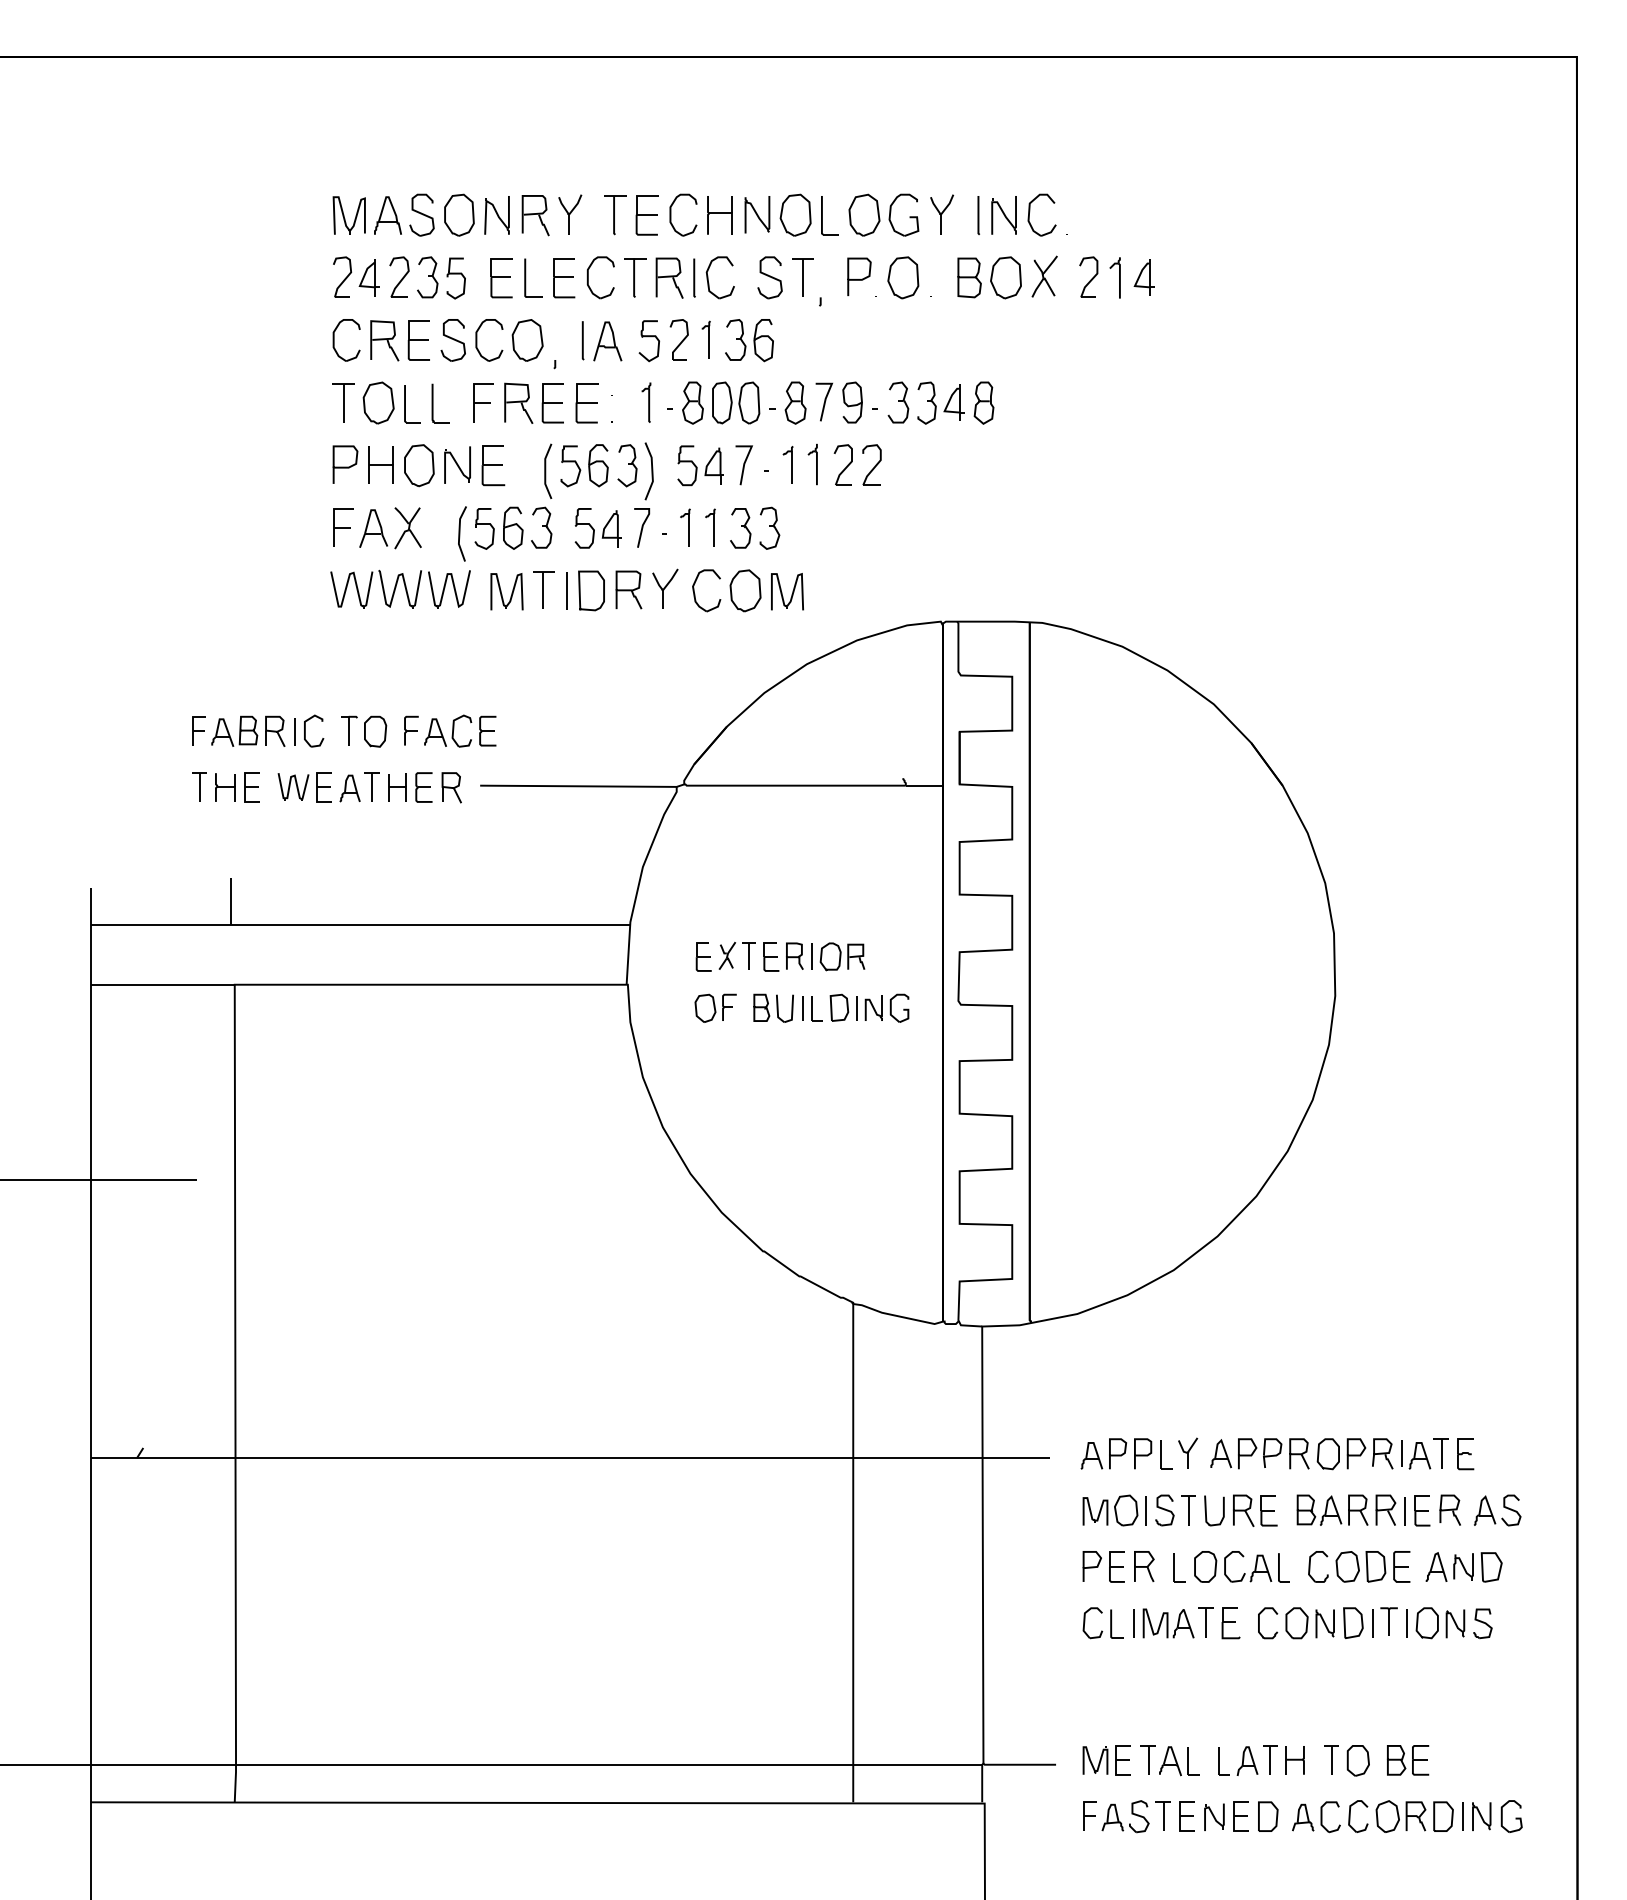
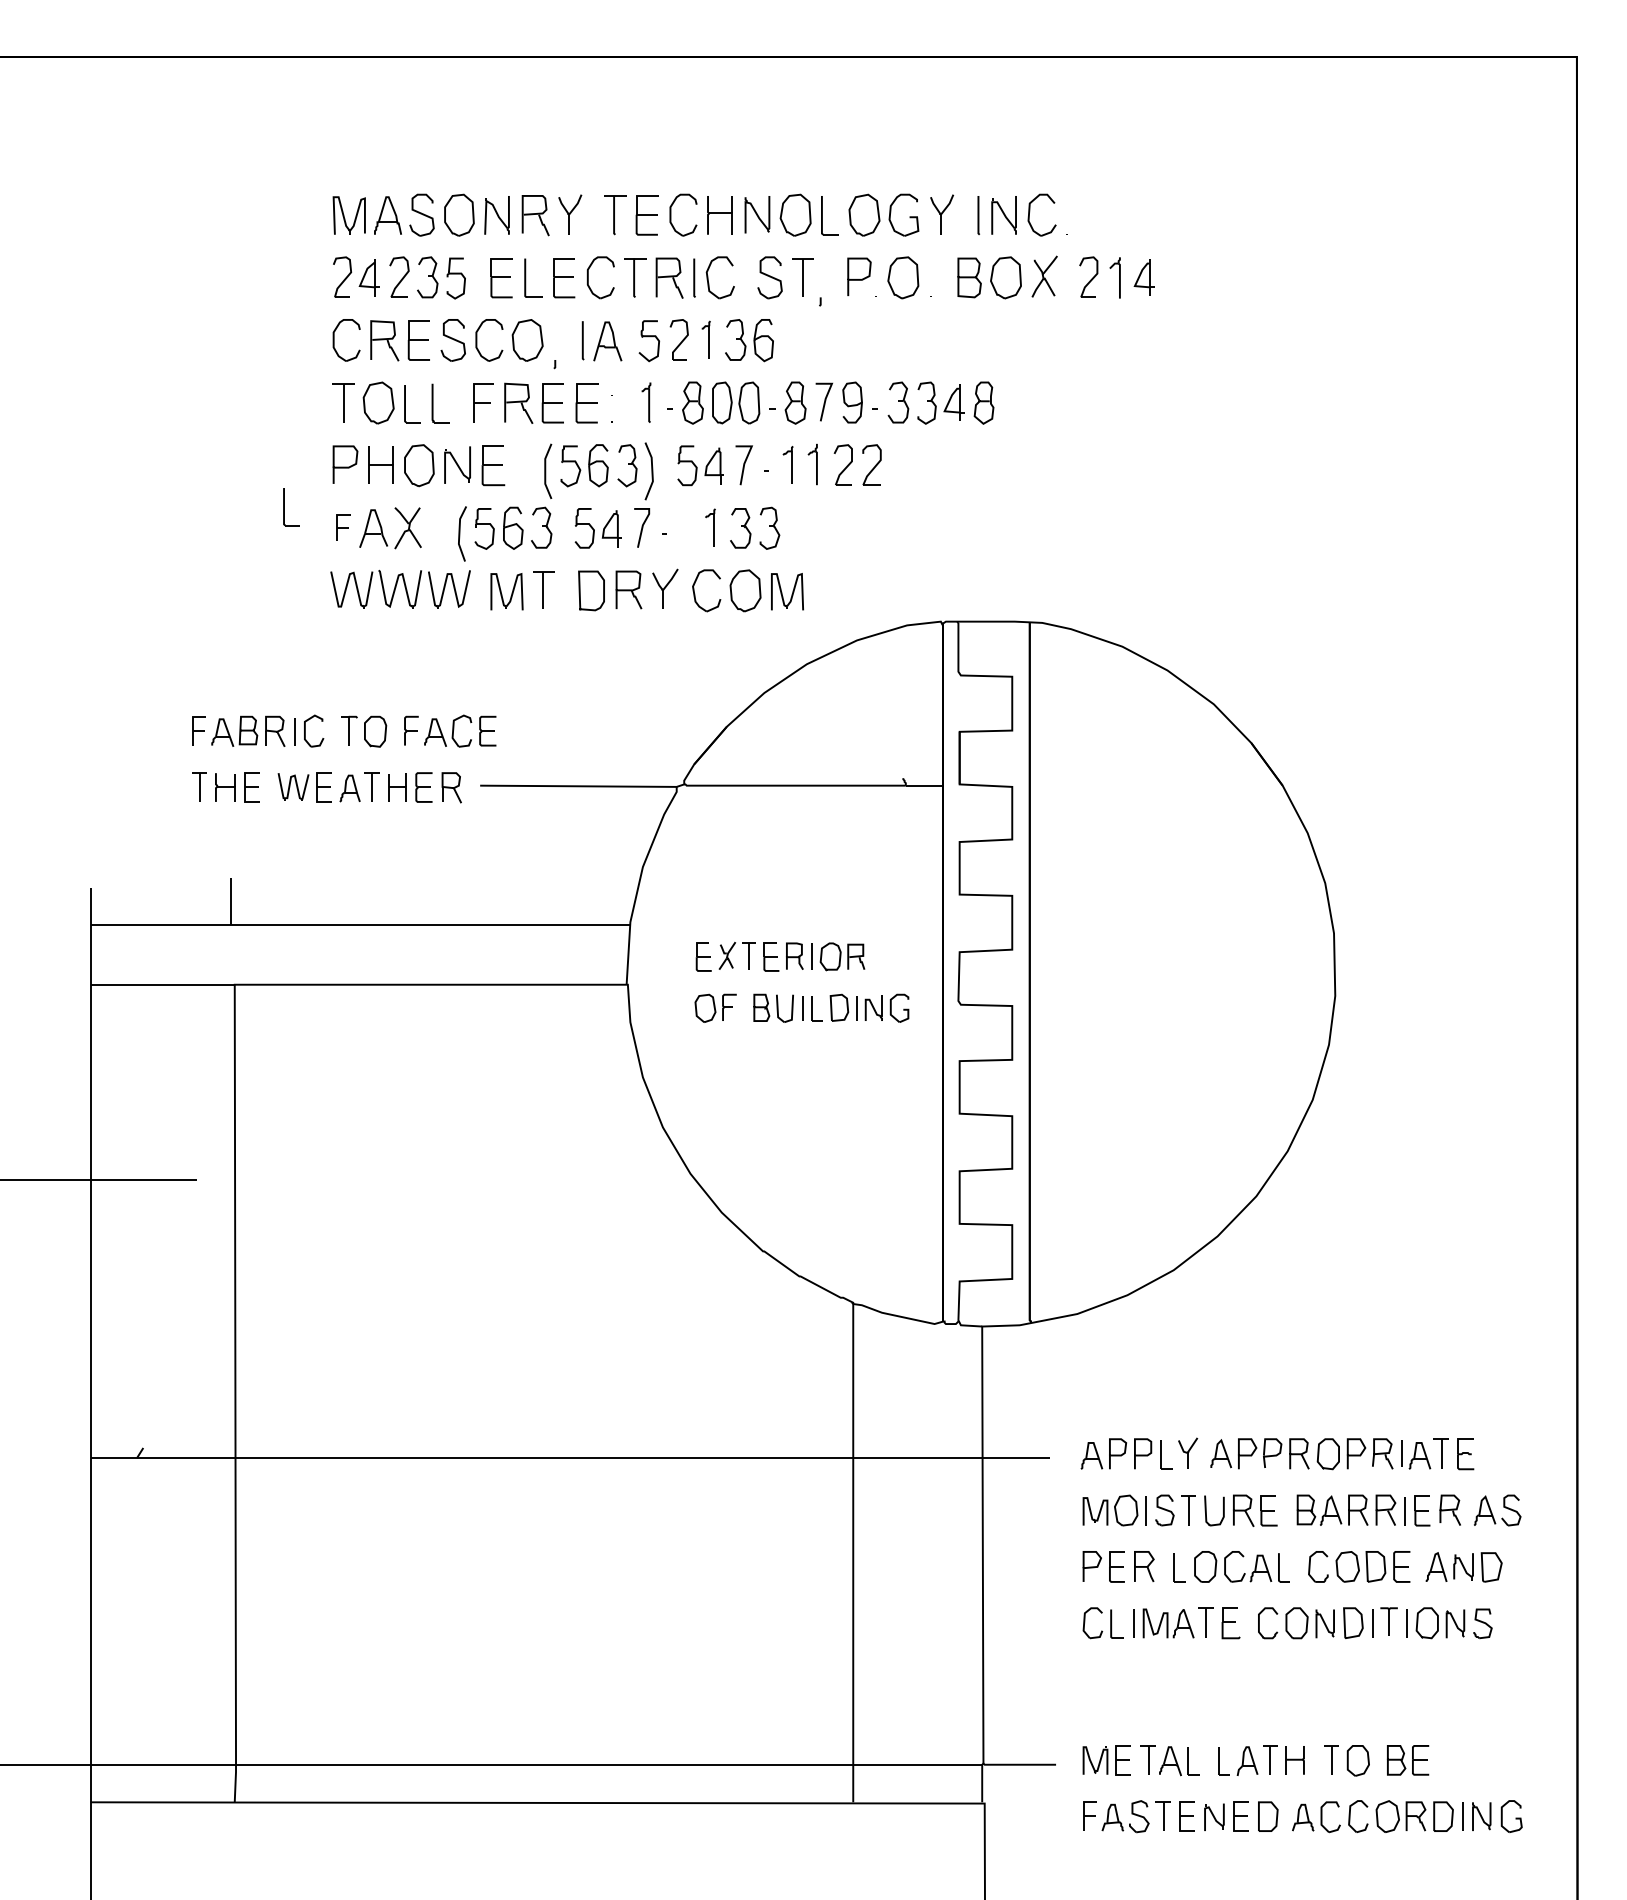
part at (284, 507): none -> present
part at (343, 527) size: 21x39 px -> 15x27 px
part at (685, 527): present -> none
line at (566, 590): present -> none
